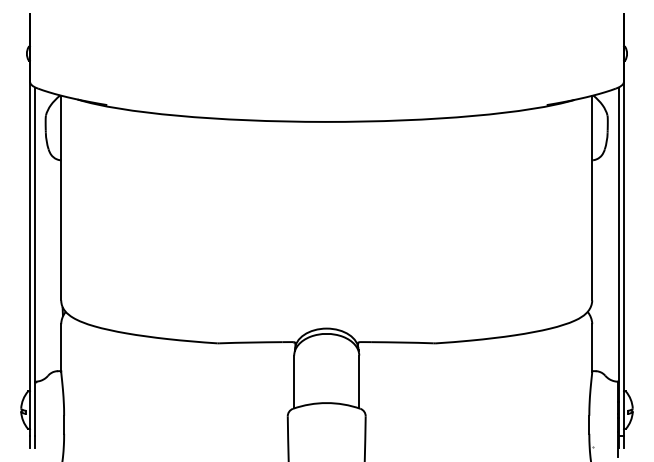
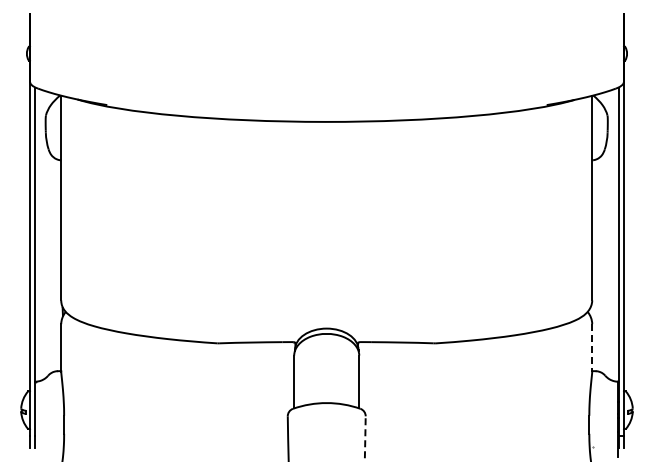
line at (592, 347): solid -> dashed
arc at (365, 438): solid -> dashed
